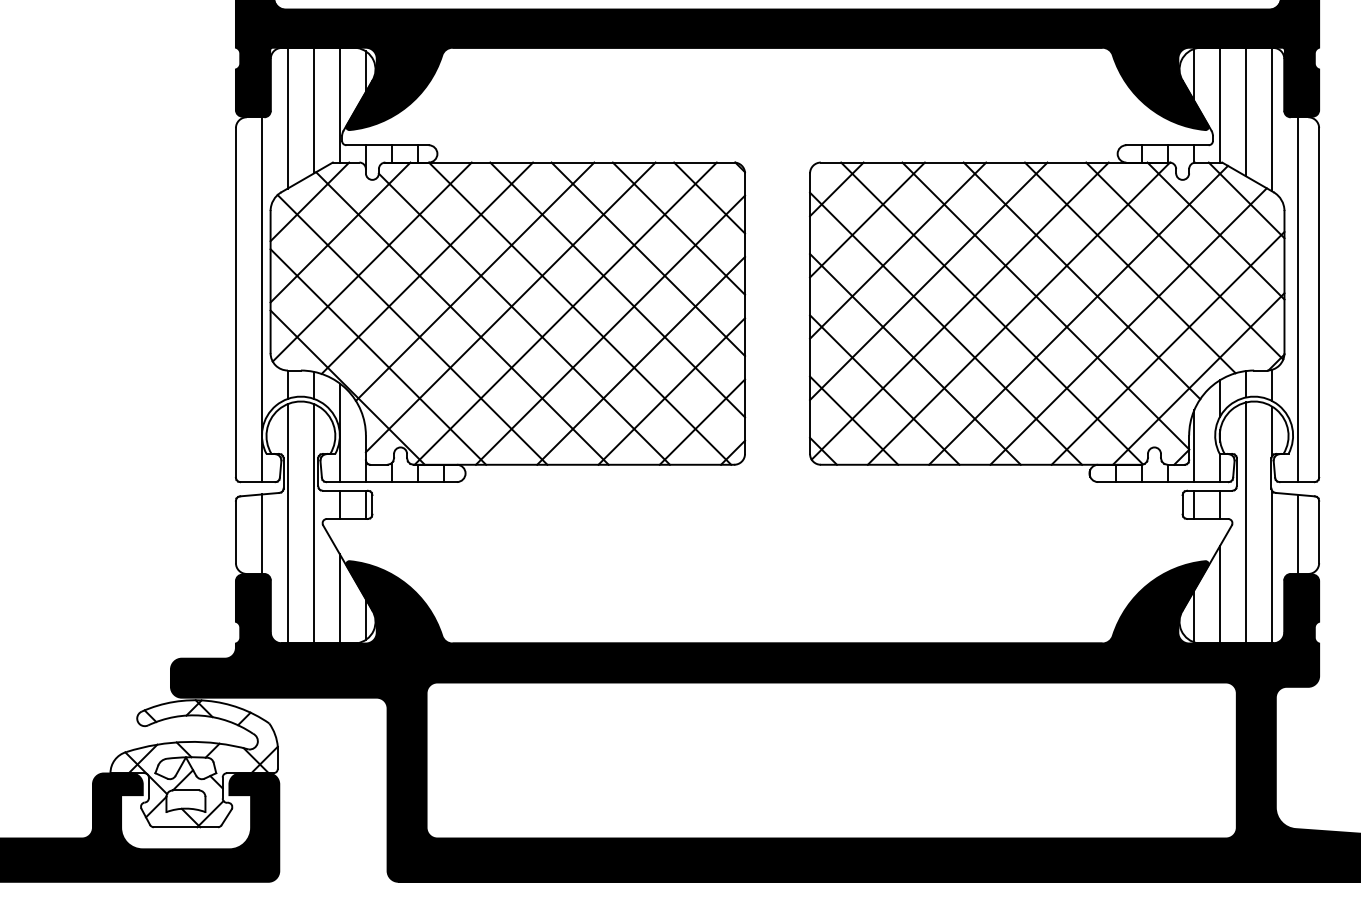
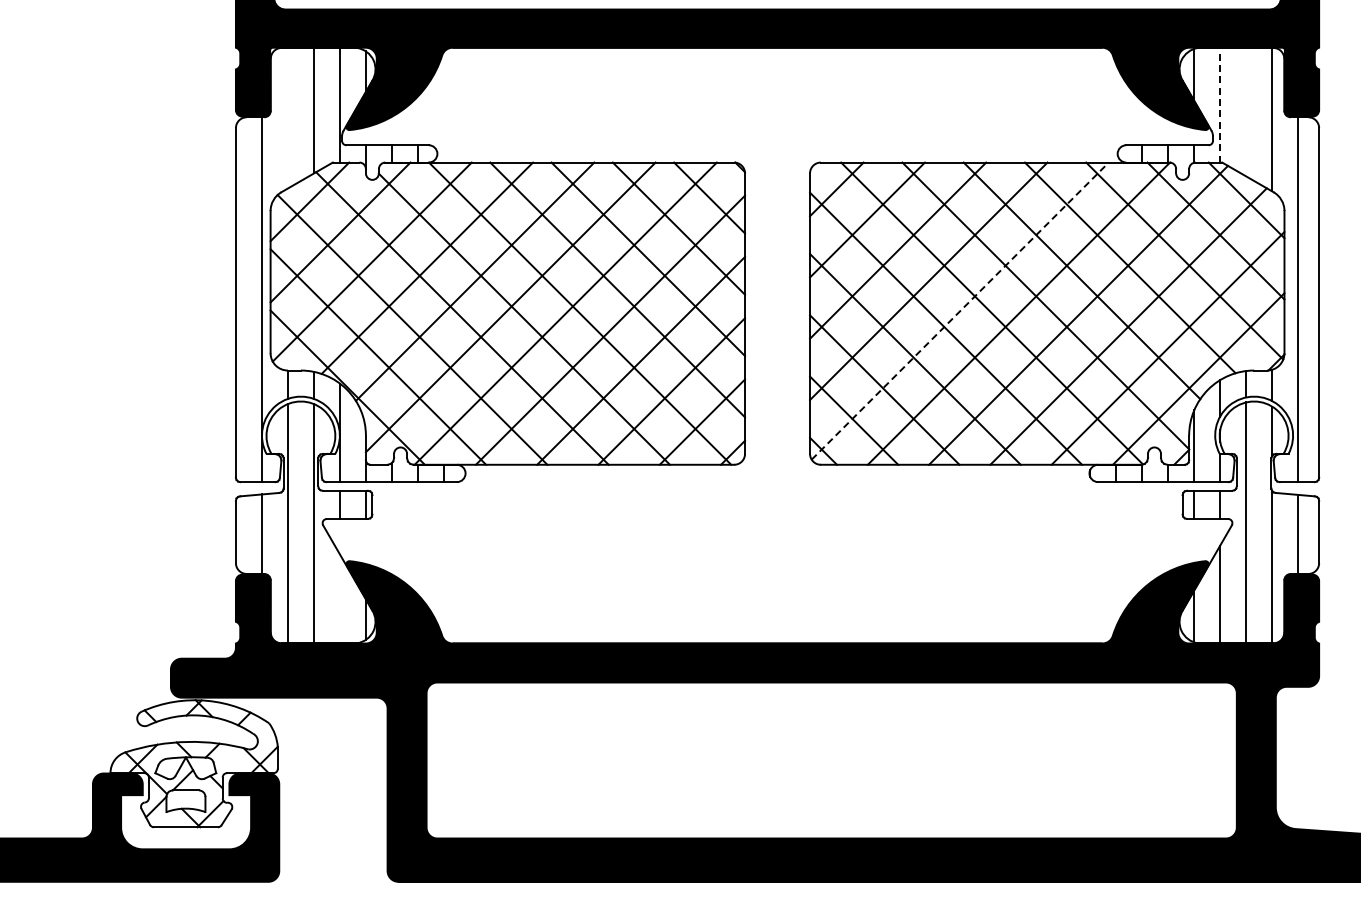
line at (1220, 104): solid -> dashed
line at (1246, 111): present -> none
line at (287, 117): present -> none
line at (960, 310): solid -> dashed
line at (339, 598): present -> none
